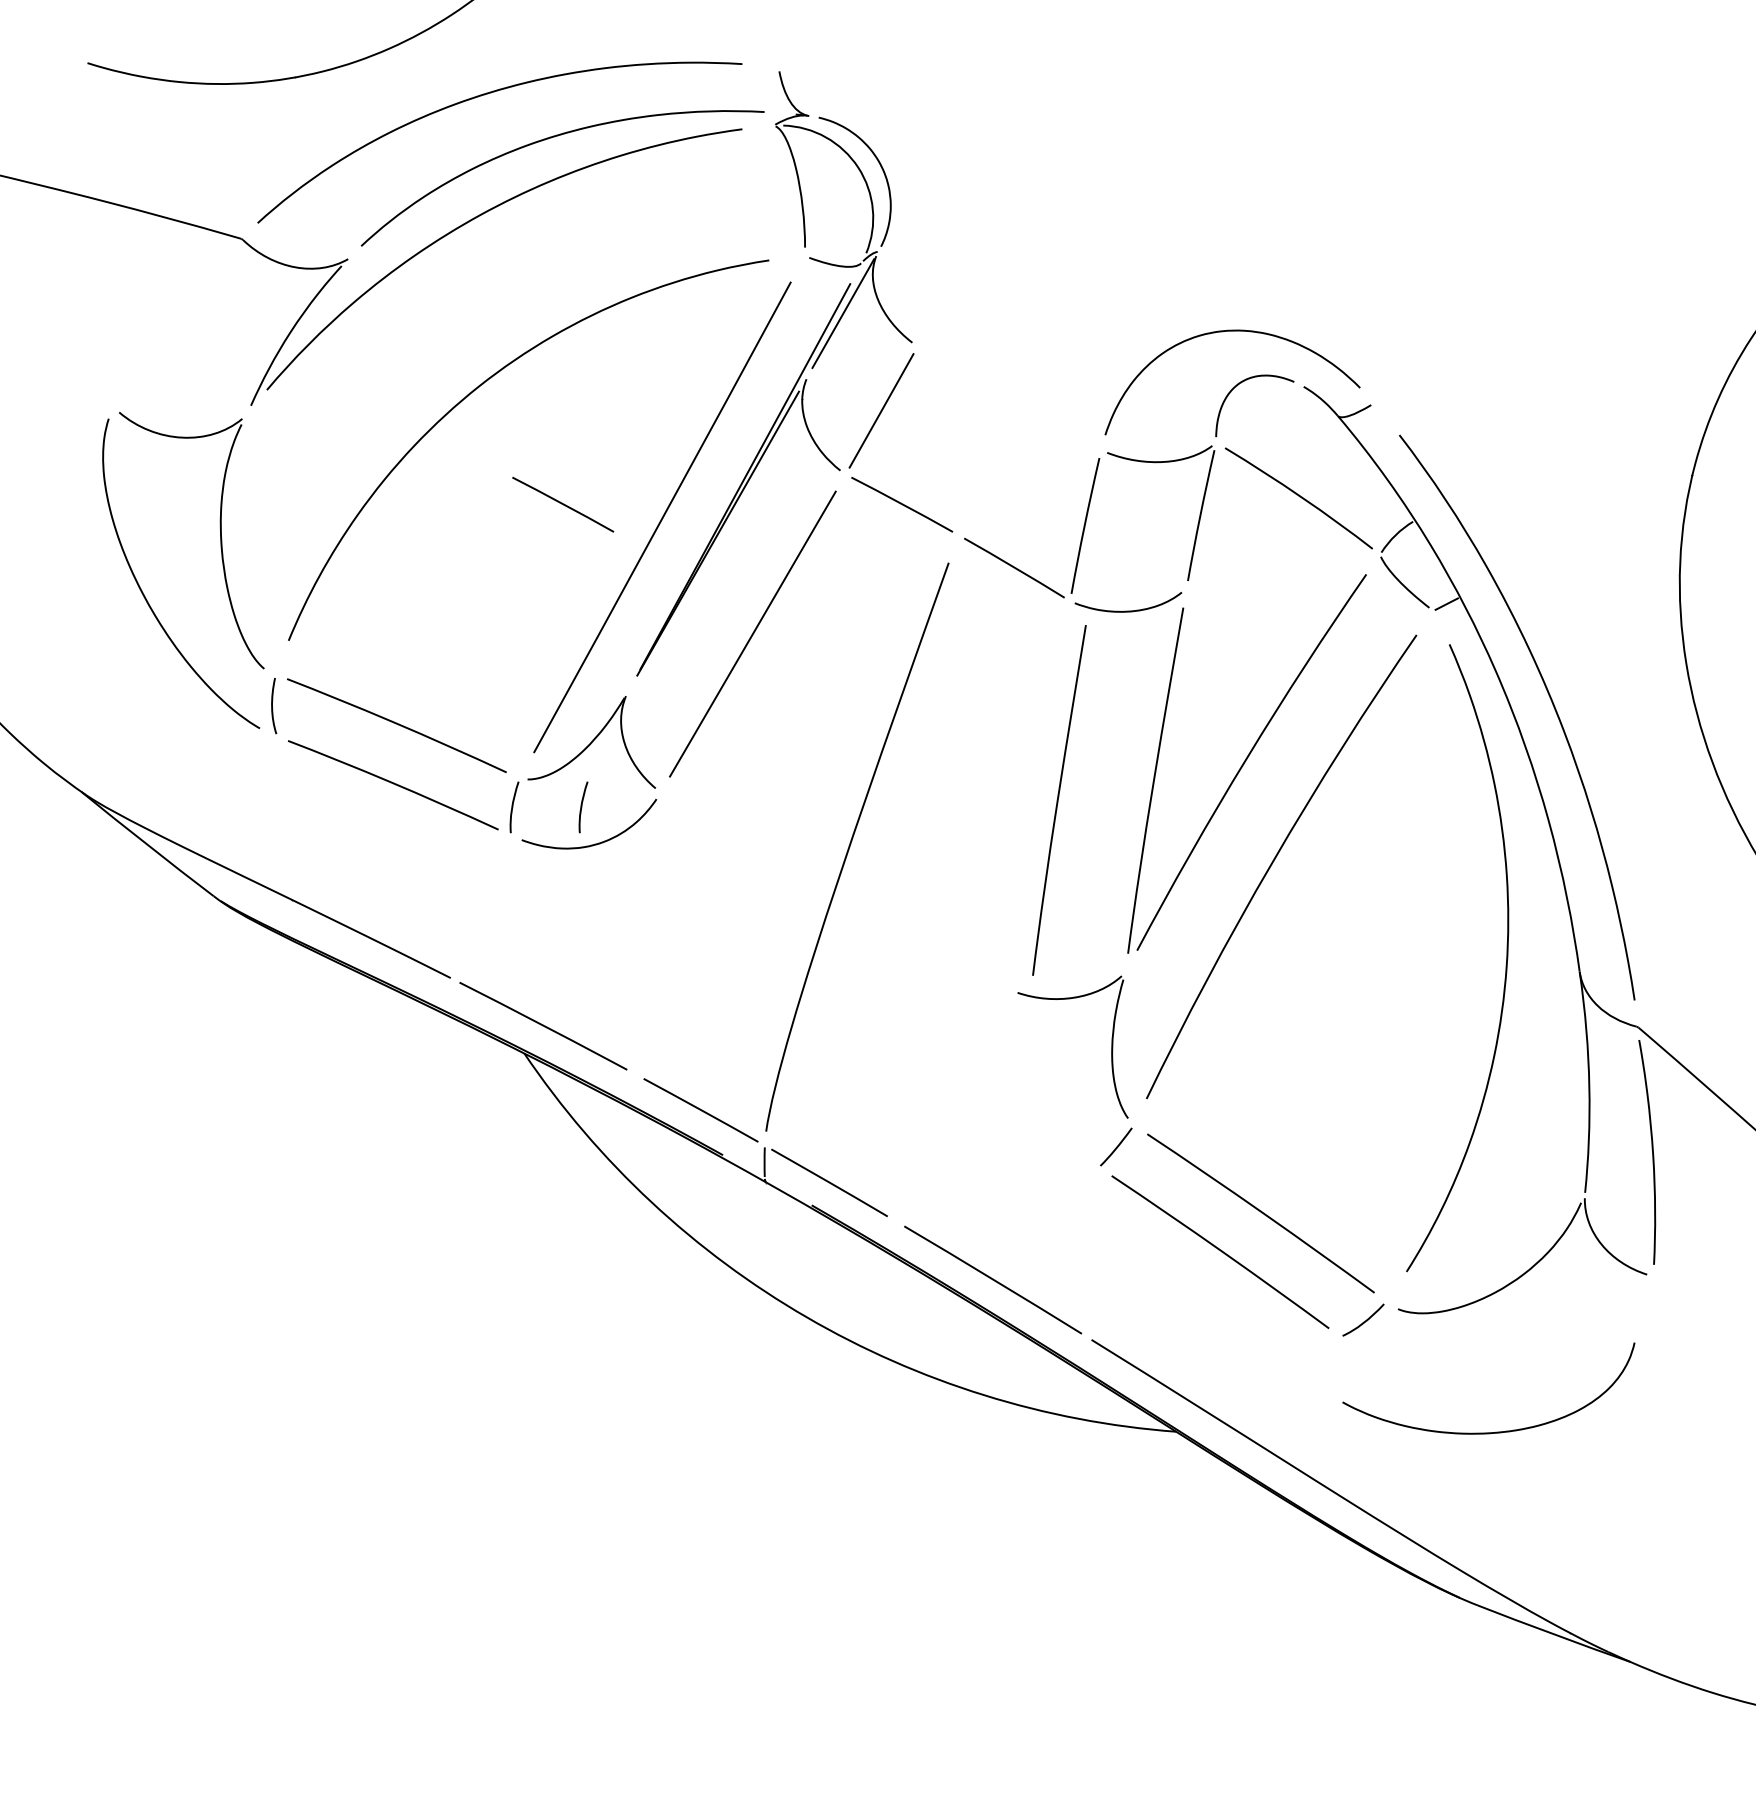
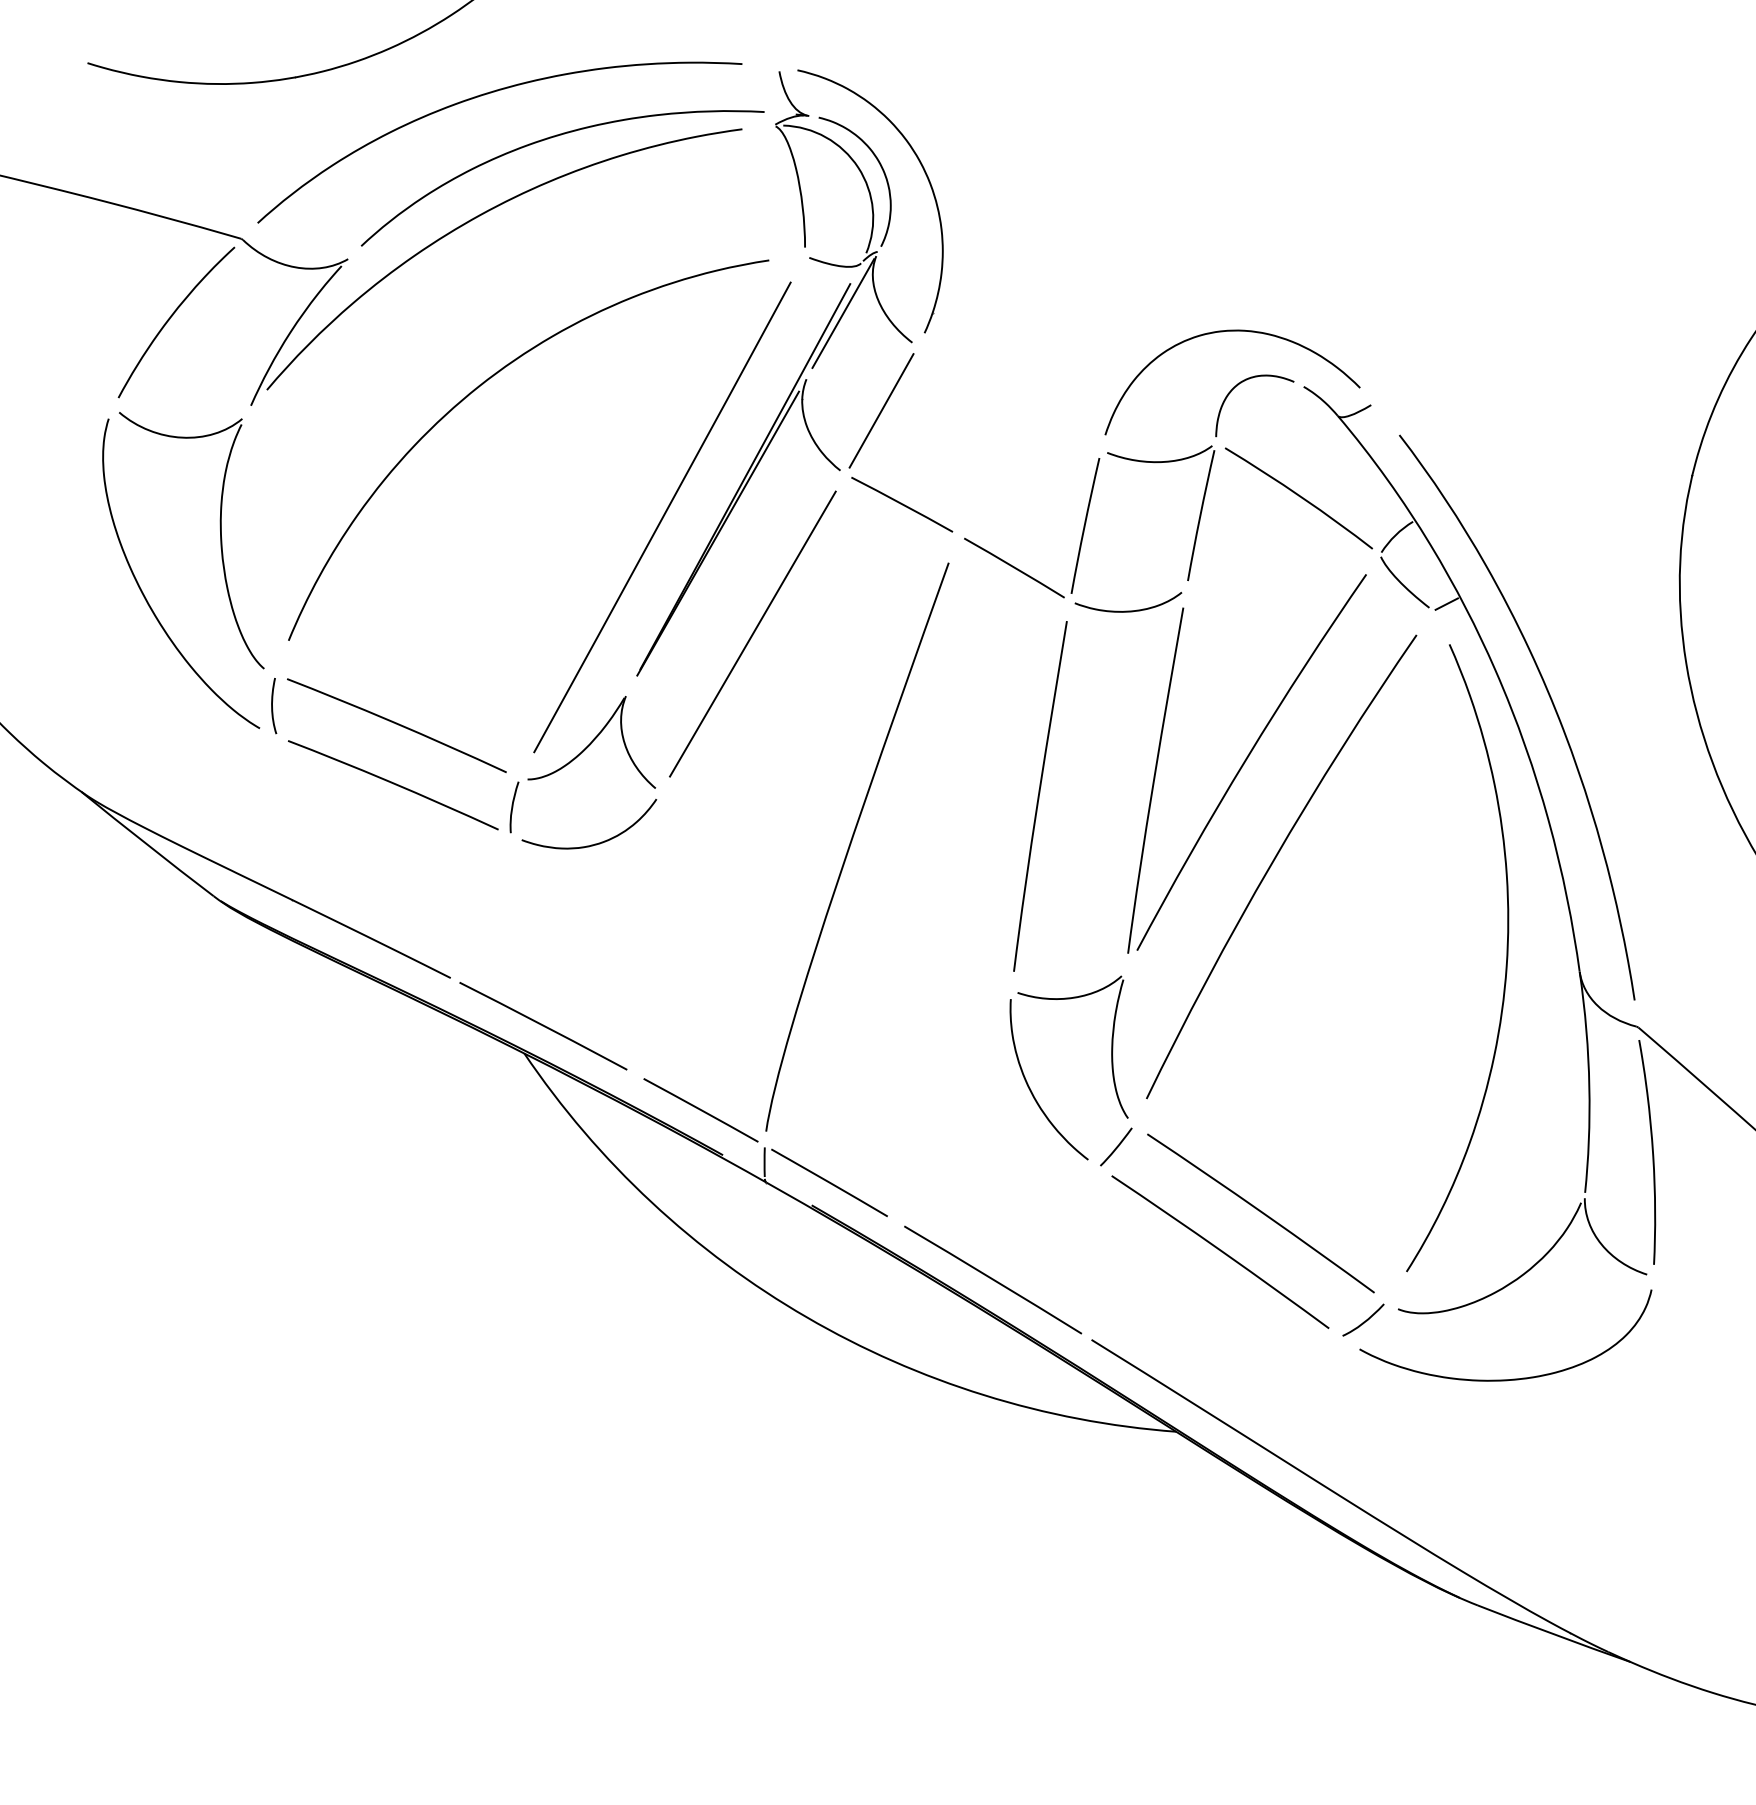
part at (924, 173): none -> present
curve at (170, 319): none -> present
line at (563, 504): present -> none
curve at (1058, 800) position: (1058, 800) -> (1039, 796)
curve at (582, 807): present -> none
curve at (1032, 1091): none -> present
curve at (1495, 1431) position: (1495, 1431) -> (1512, 1378)
